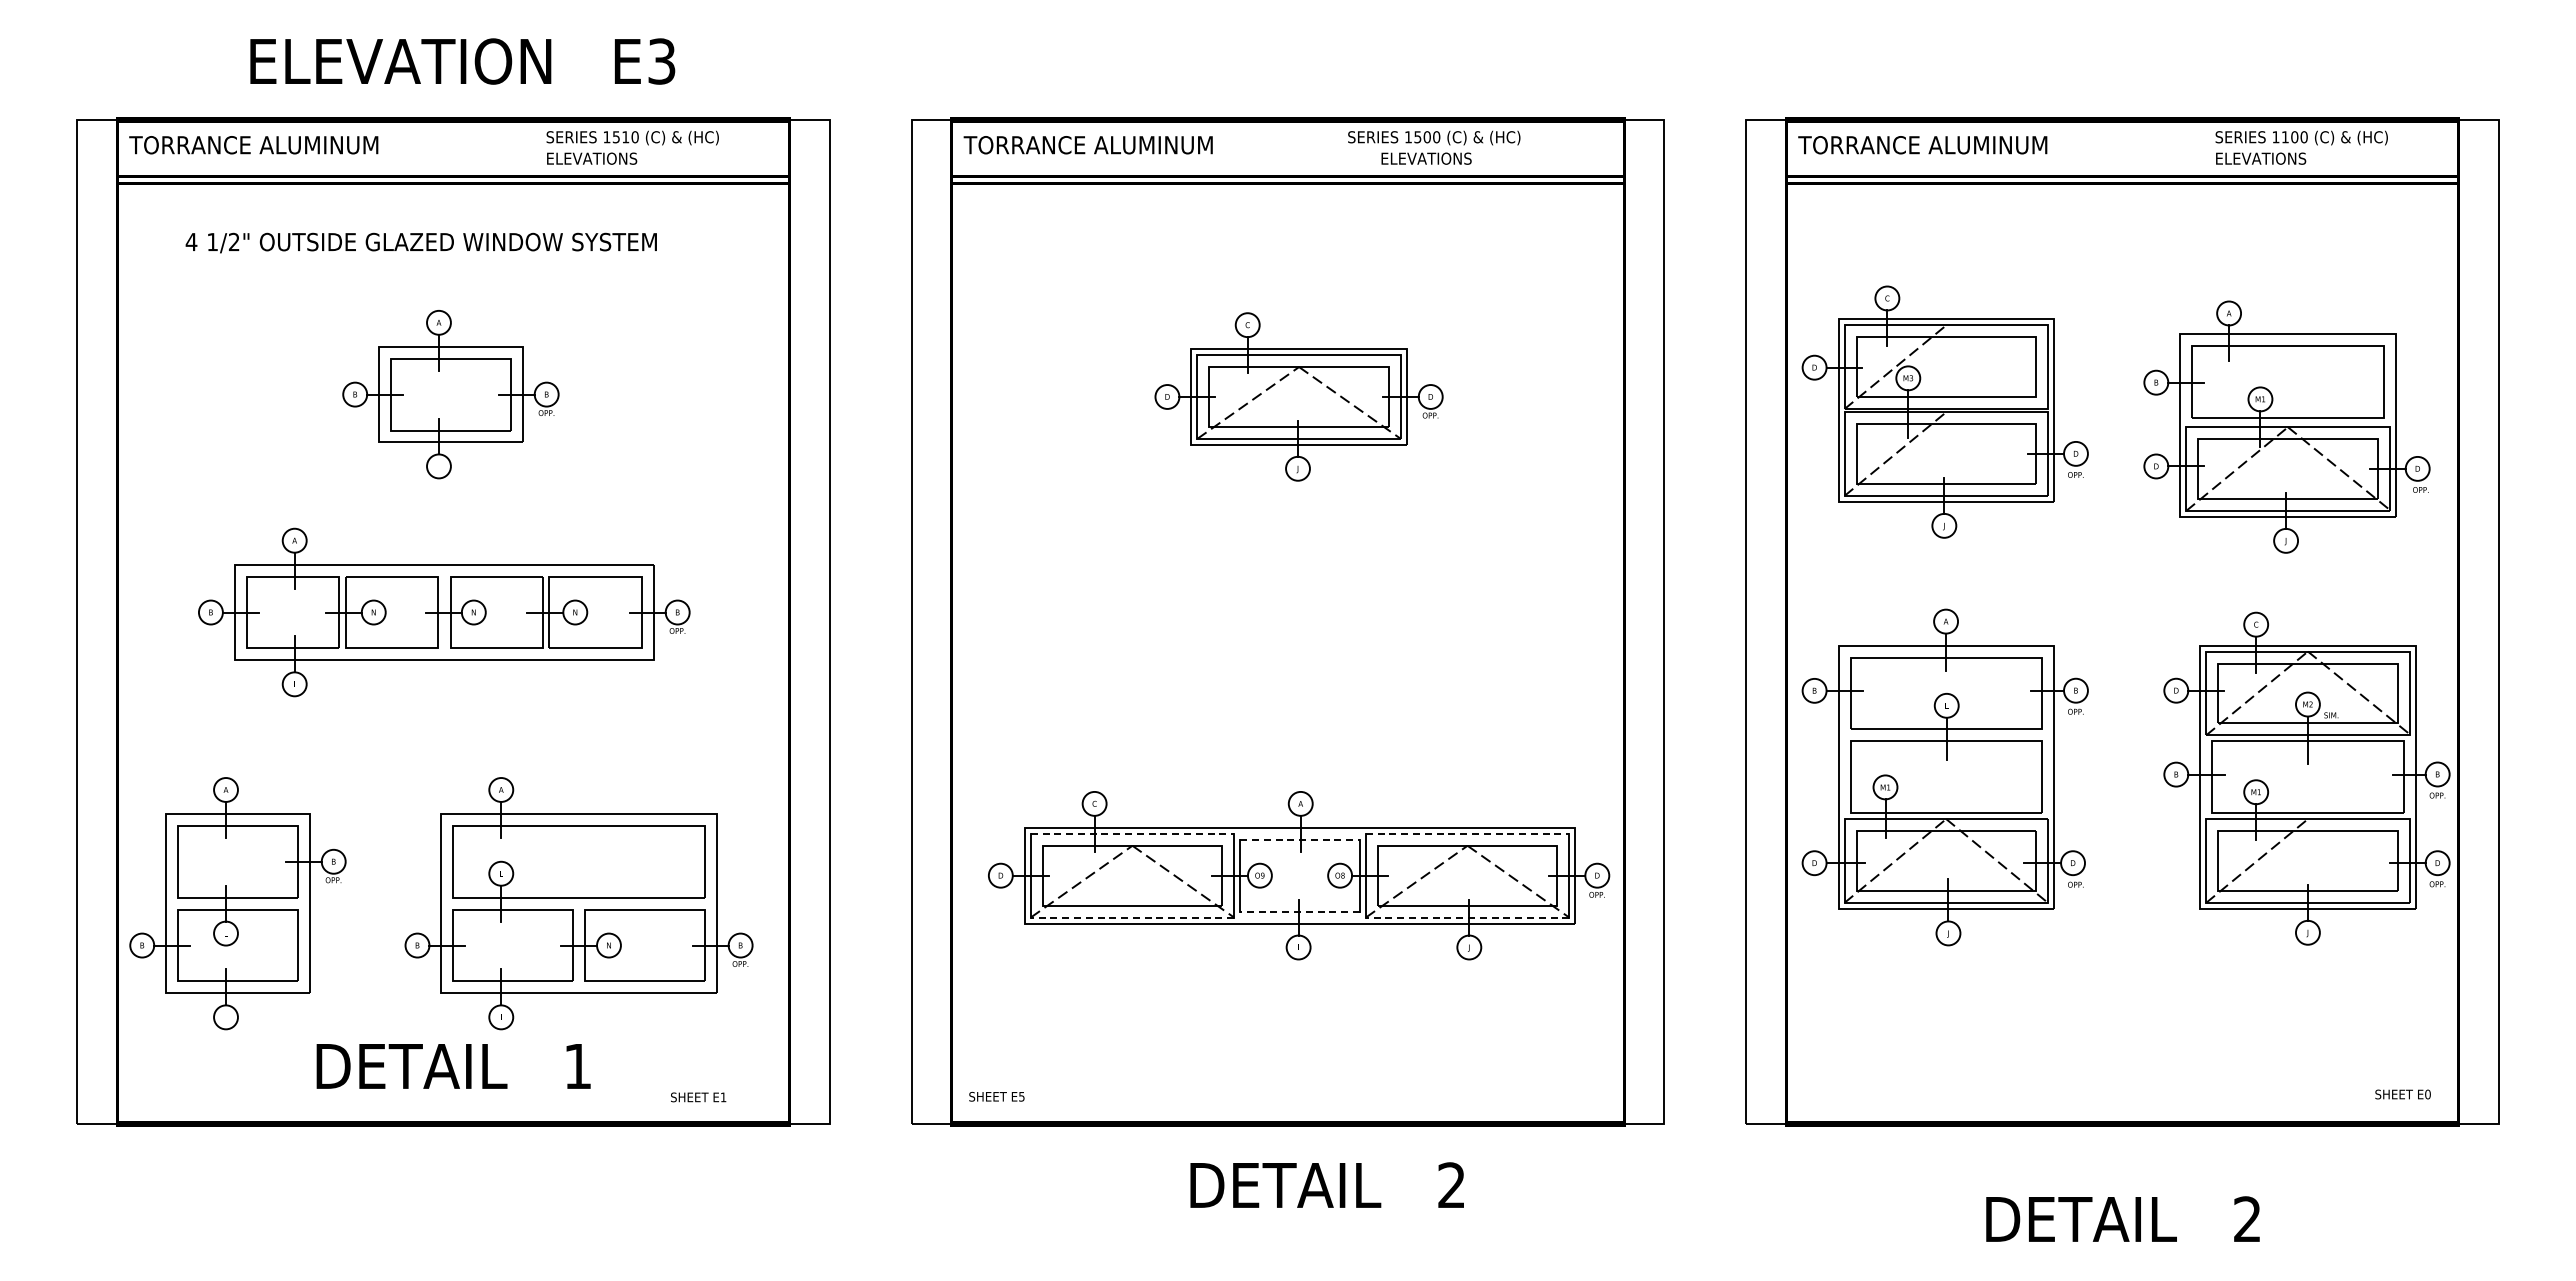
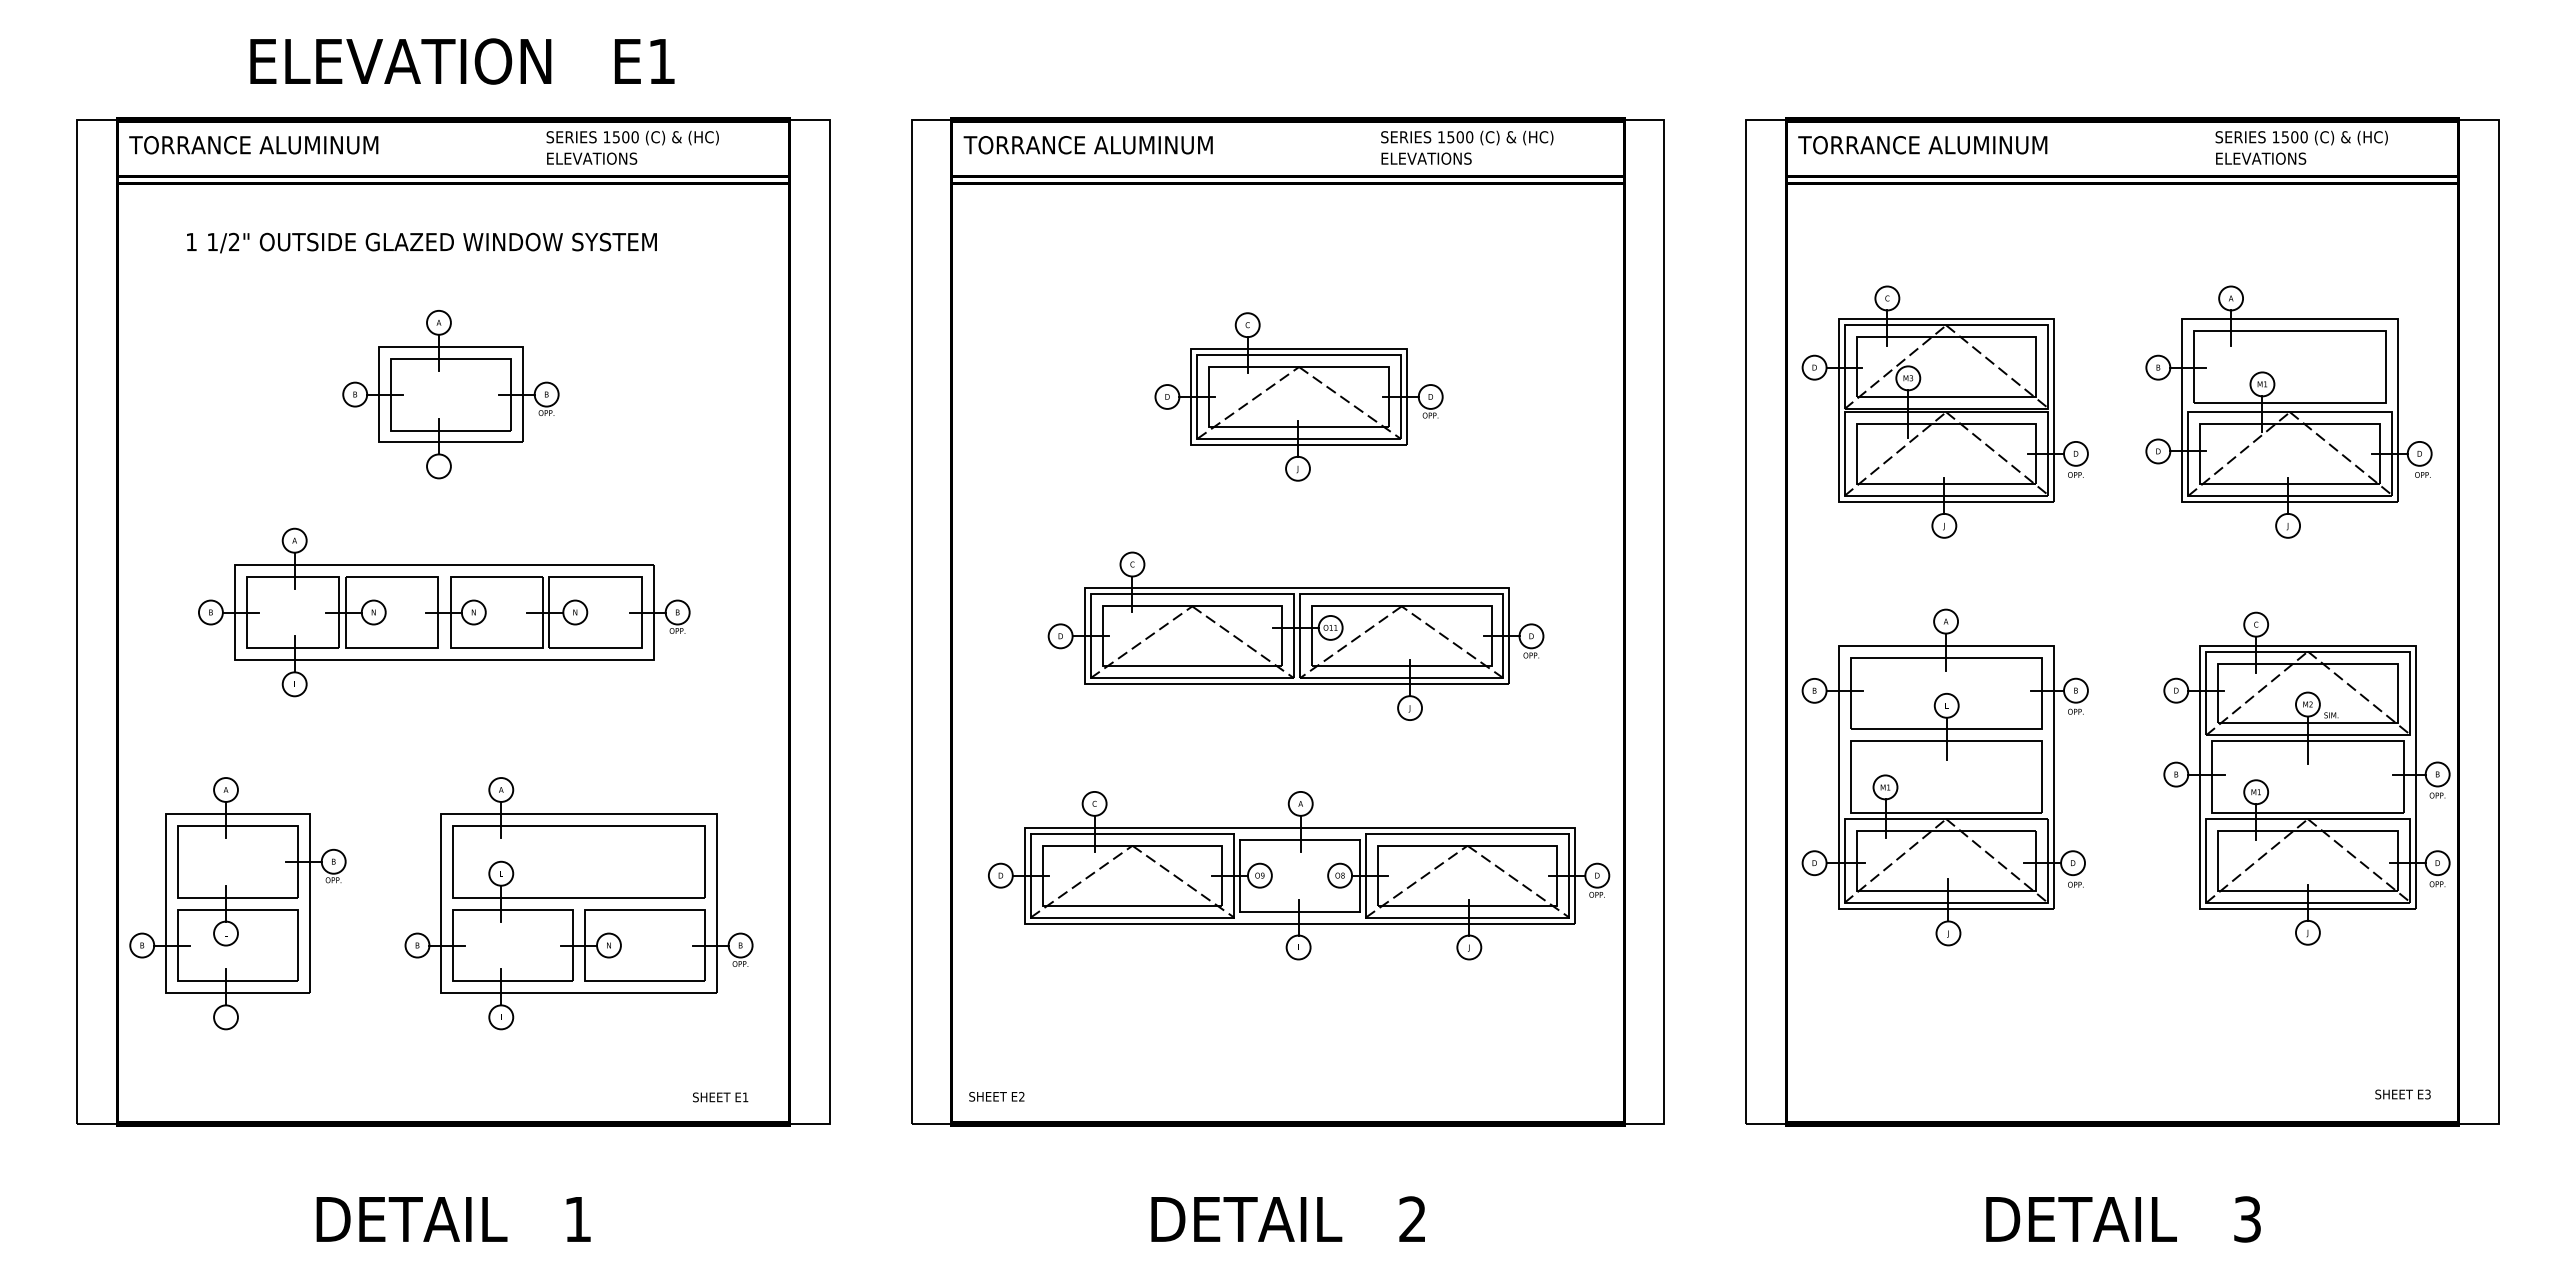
text at (661, 61): E3 -> E1
text at (625, 137): 1510 -> 1500
text at (1434, 137) position: (1434, 137) -> (1467, 137)
text at (2284, 137): 1100 -> 1500
text at (191, 241): 4 -> 1
line at (1996, 366): none -> present
part at (2286, 426) position: (2286, 426) -> (2288, 411)
line at (1996, 453): none -> present
part at (1295, 635): none -> present
line at (1132, 833): dashed -> solid
line at (1467, 833): dashed -> solid
line at (1300, 839): dashed -> solid
line at (2358, 860): none -> present
line at (1300, 911): dashed -> solid
line at (1132, 917): dashed -> solid
line at (1467, 917): dashed -> solid
text at (453, 1066) position: (453, 1066) -> (453, 1219)
text at (2427, 1094): E0 -> E3
text at (1021, 1096): E5 -> E2
text at (698, 1097) position: (698, 1097) -> (720, 1097)
text at (1326, 1184) position: (1326, 1184) -> (1287, 1218)
text at (2247, 1219): 2 -> 3
